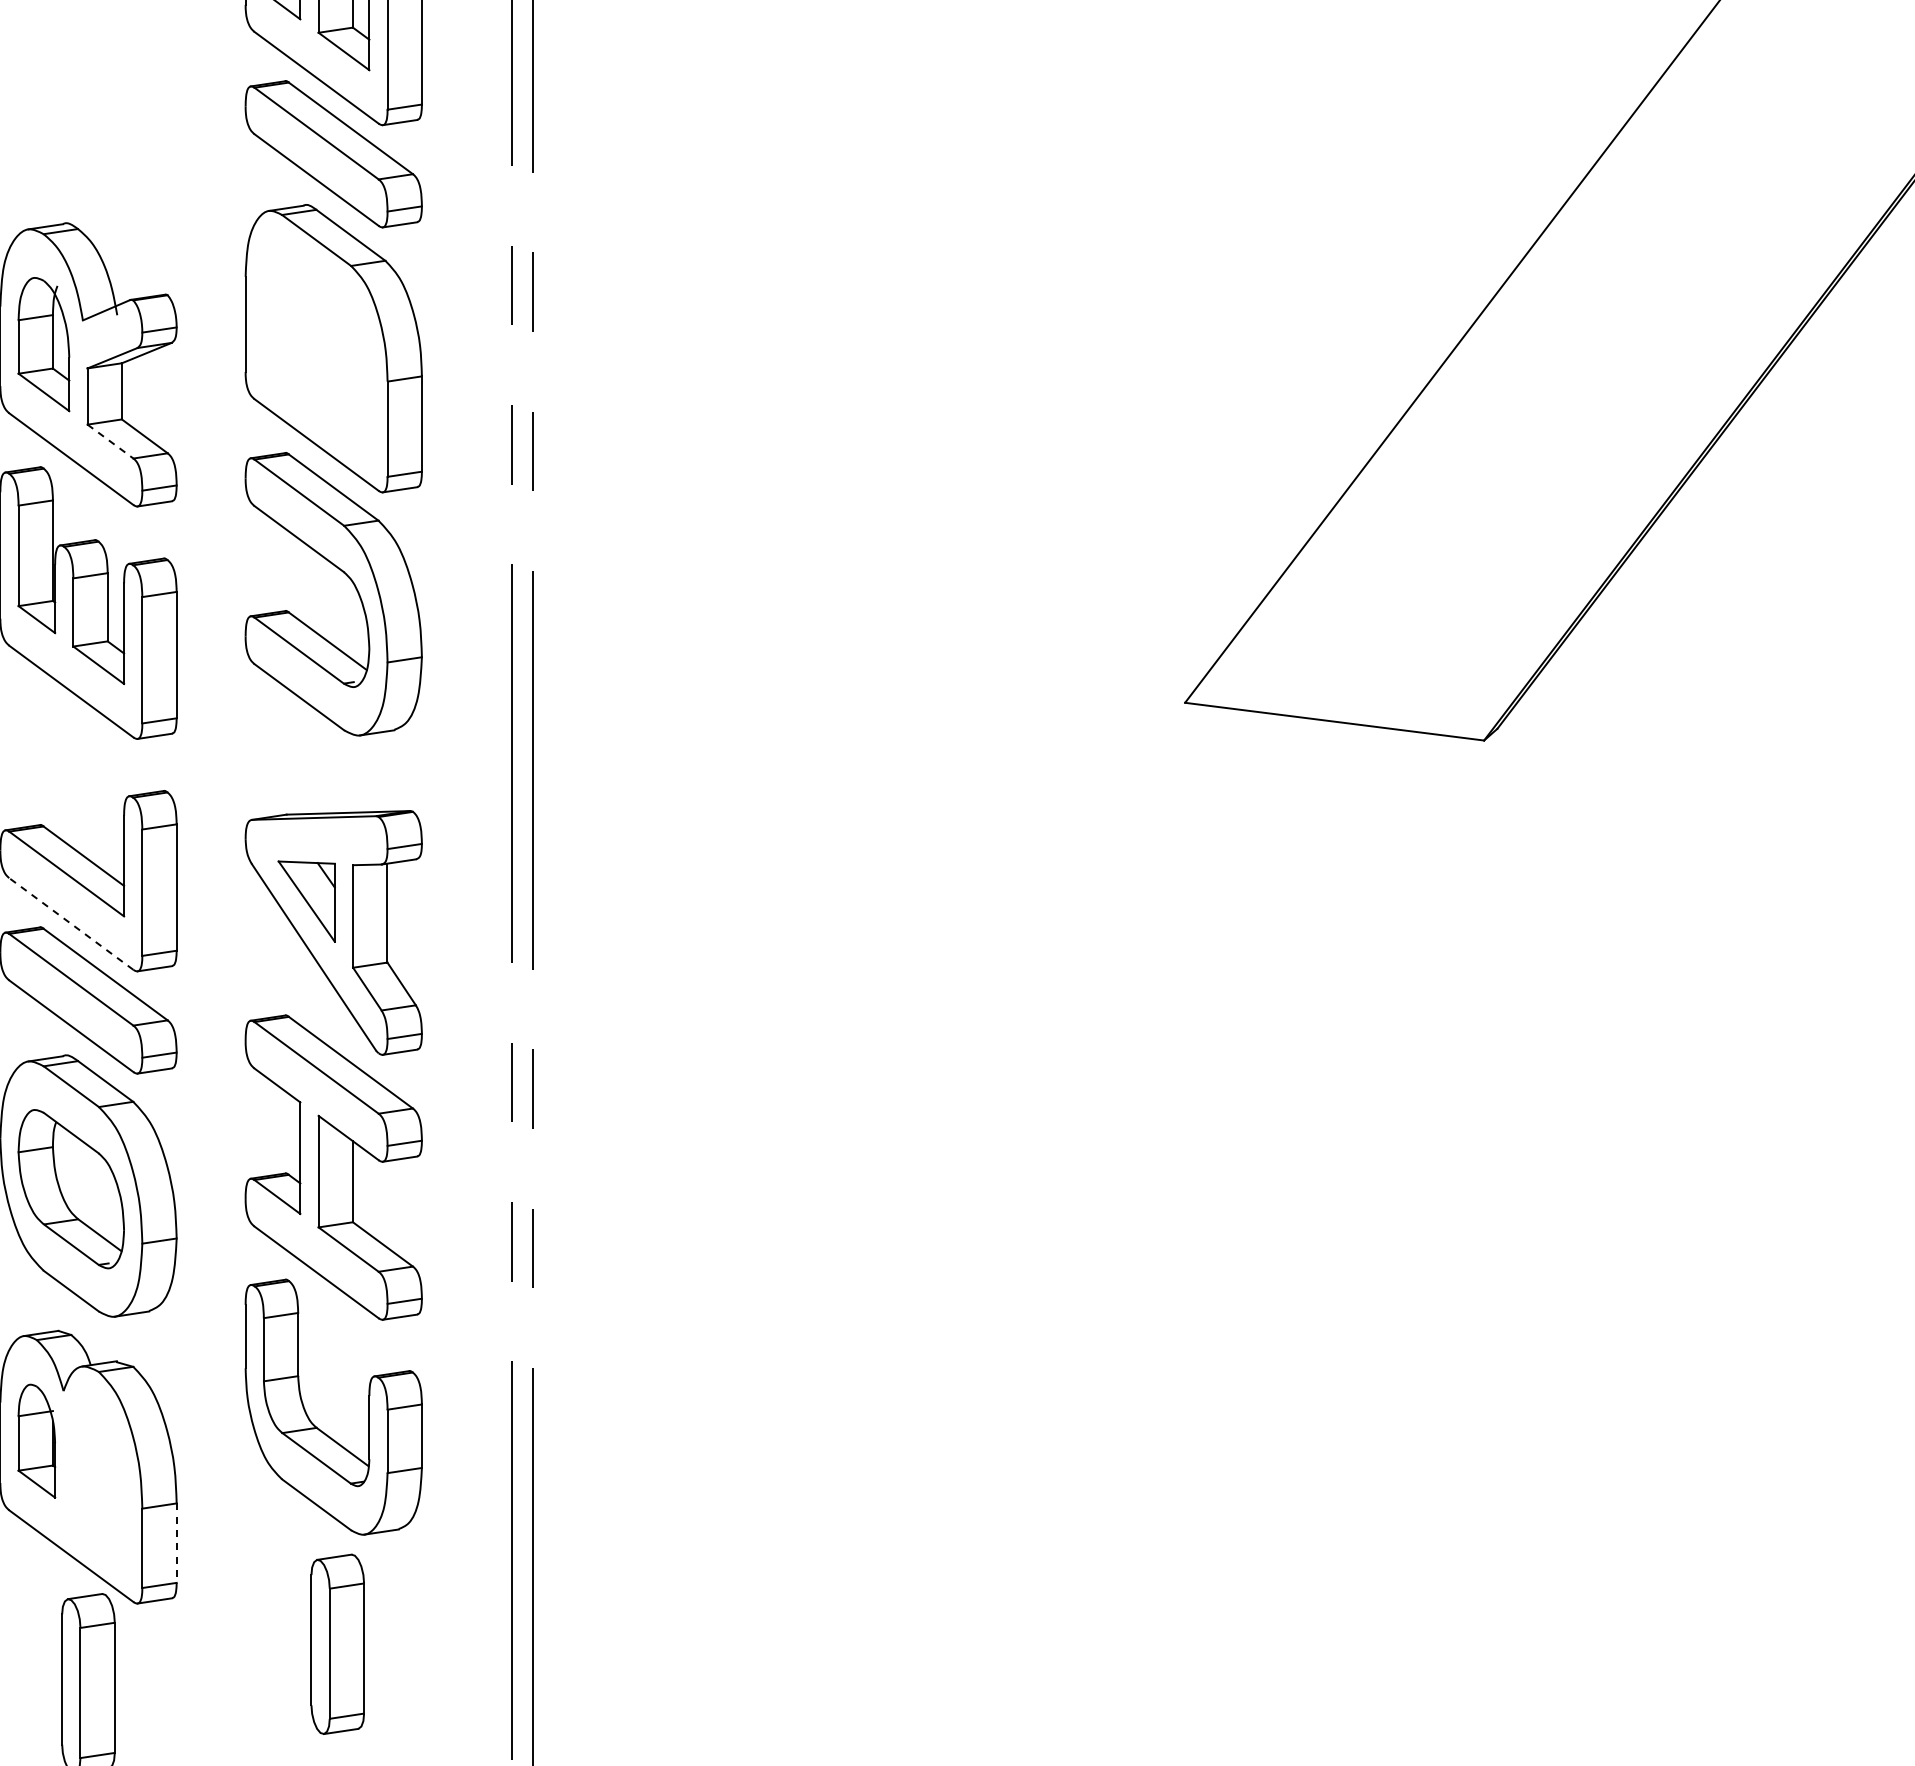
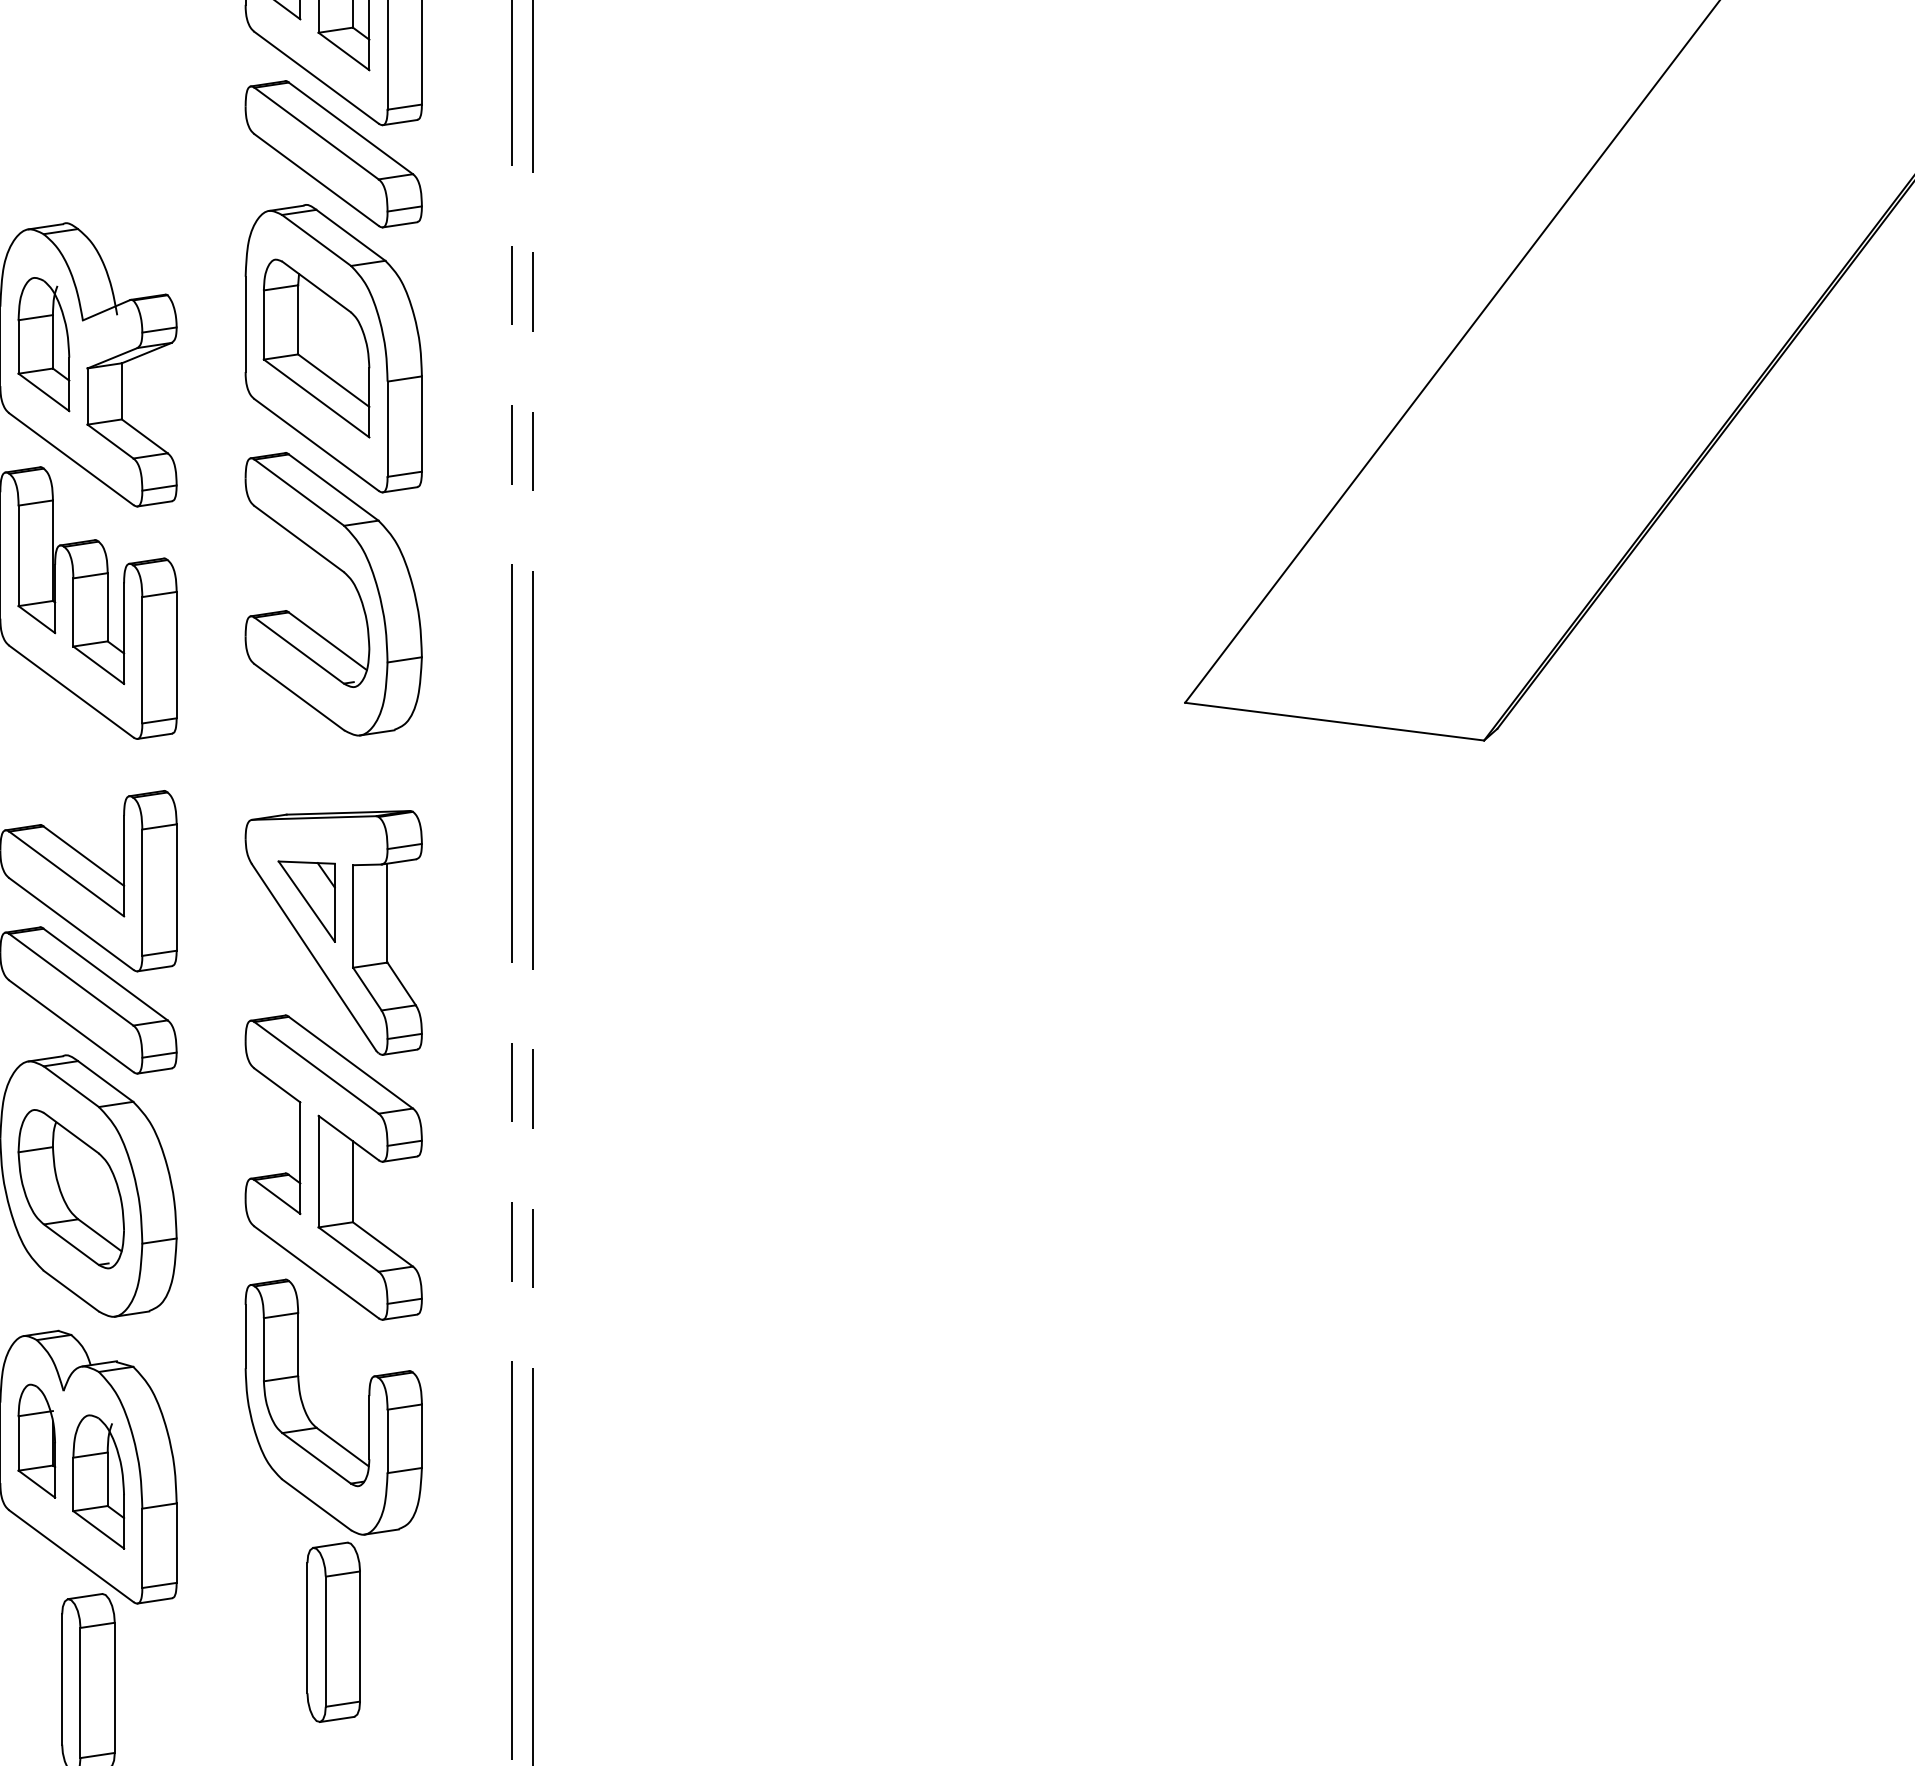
part at (316, 348): none -> present
line at (110, 441): dashed -> solid
line at (70, 923): dashed -> solid
part at (98, 1481): none -> present
line at (176, 1543): dashed -> solid
part at (337, 1643) position: (337, 1643) -> (333, 1631)
